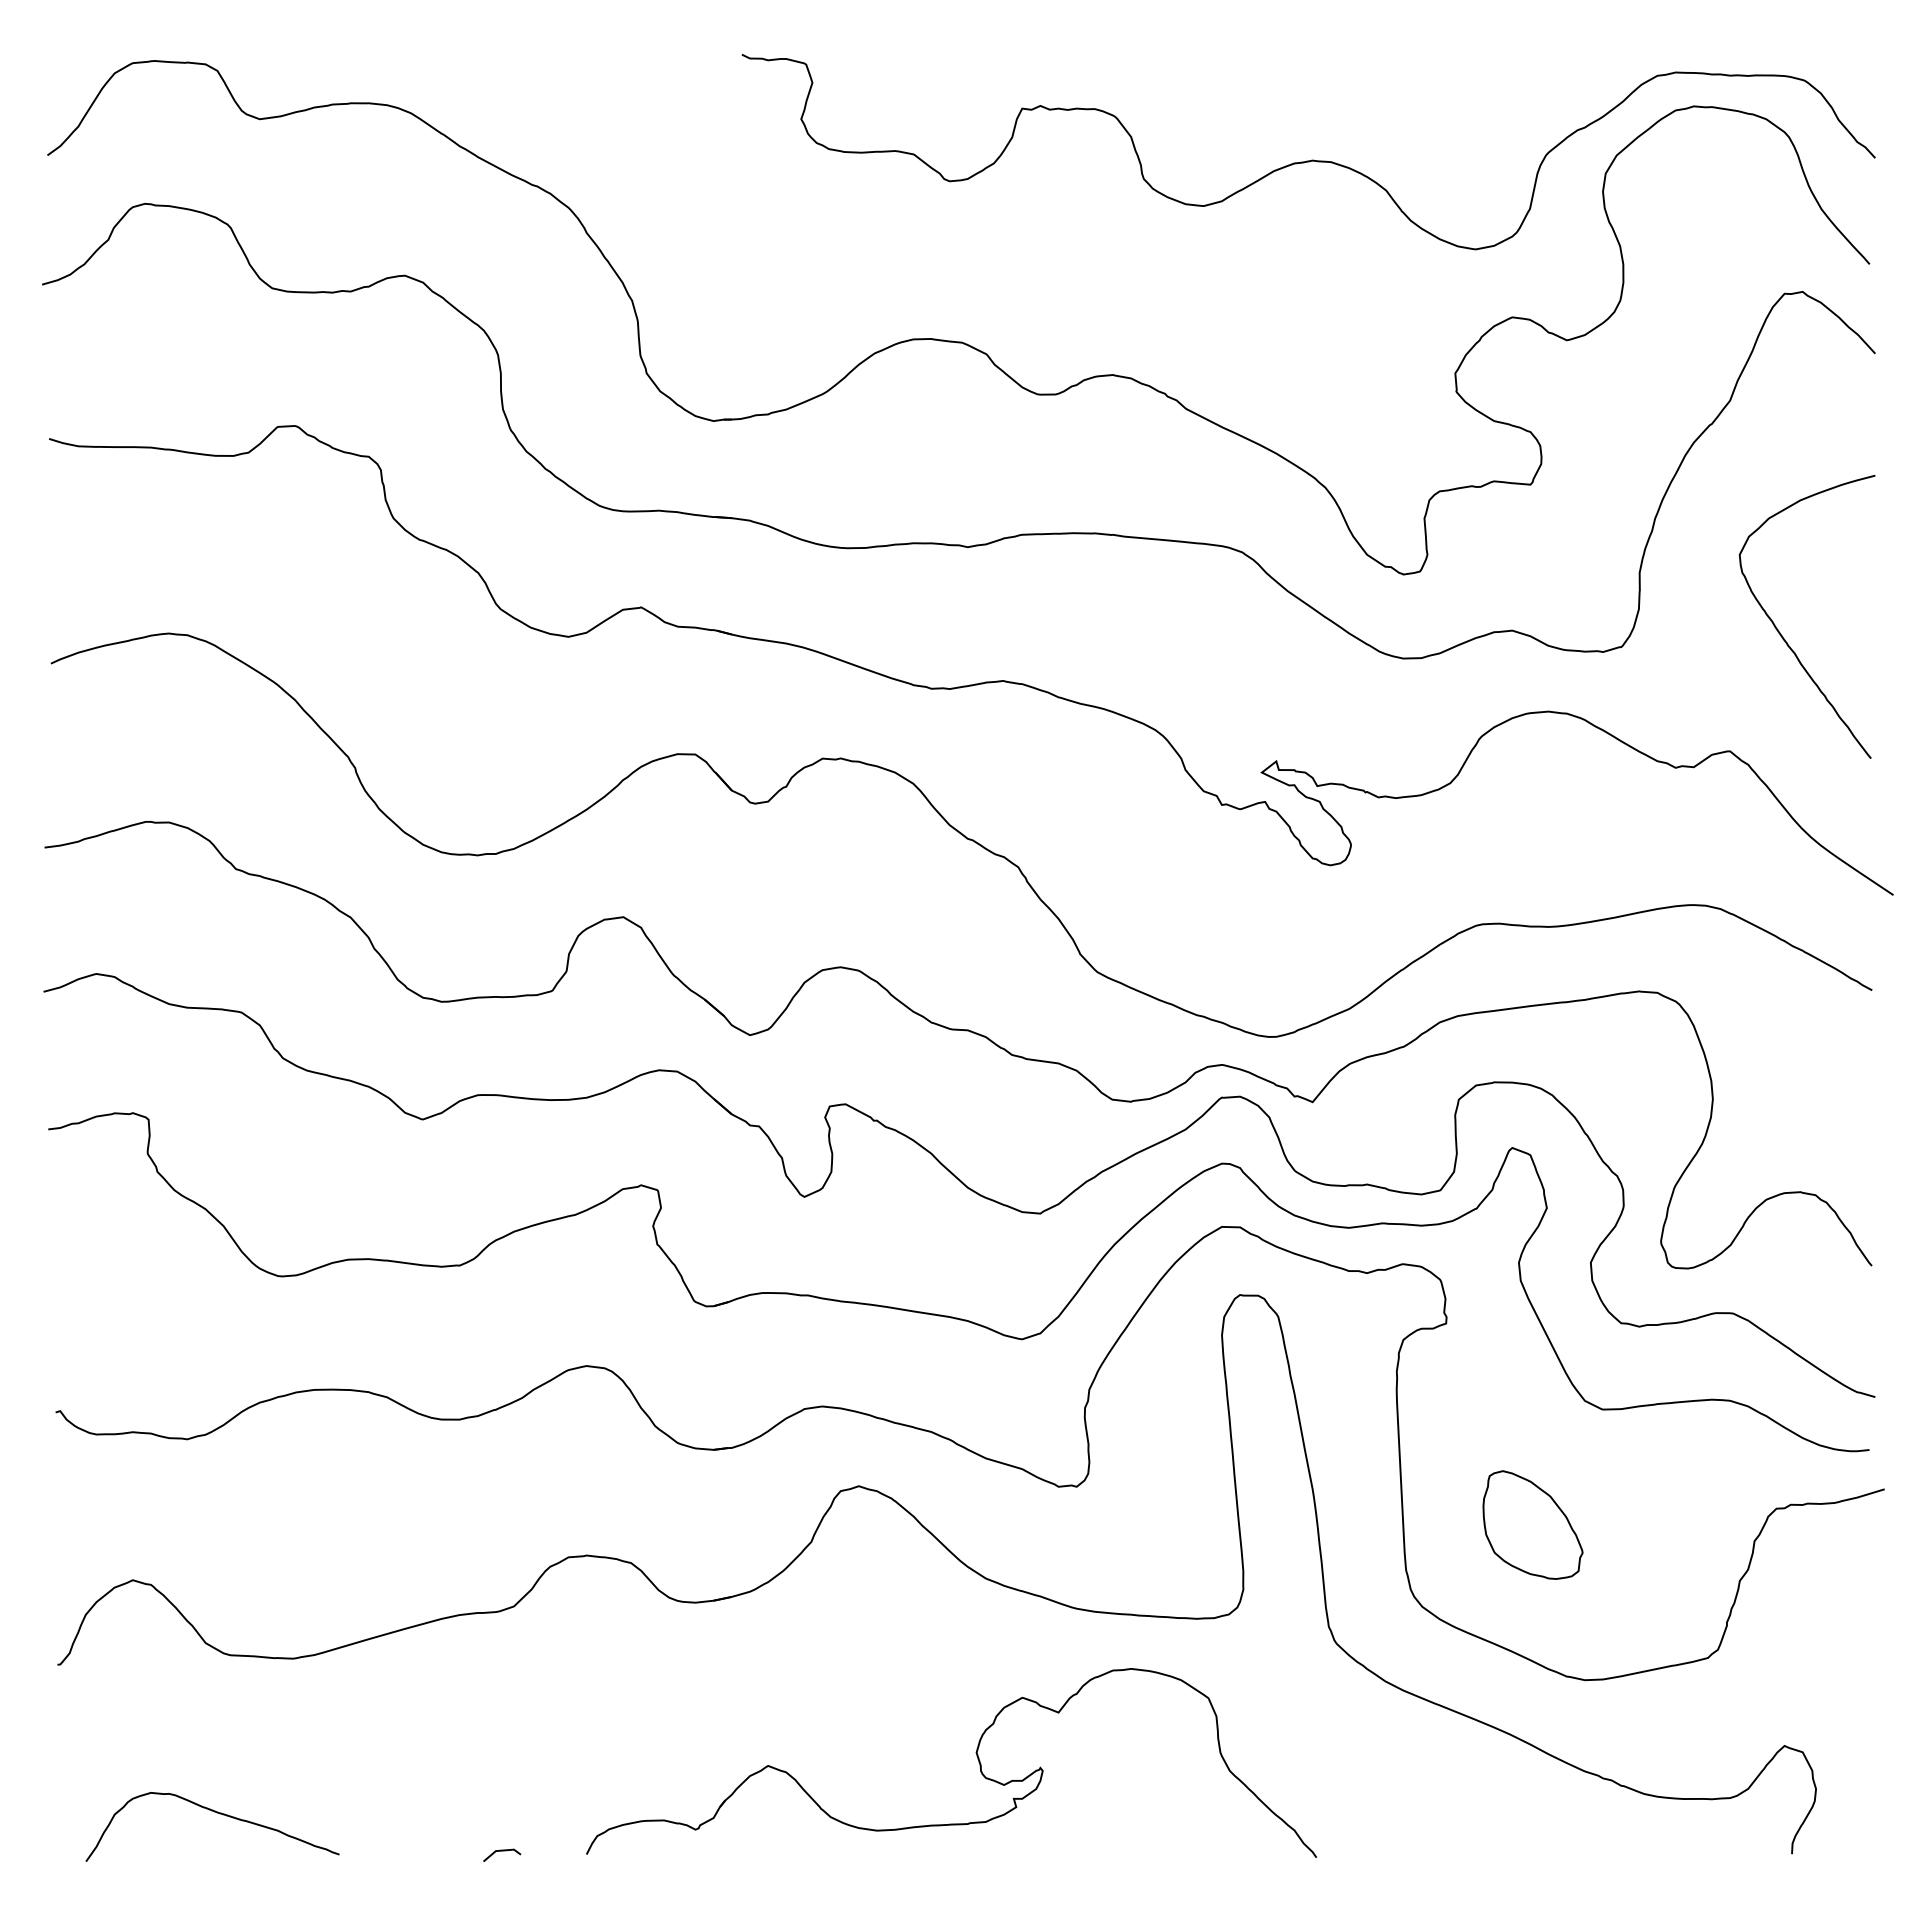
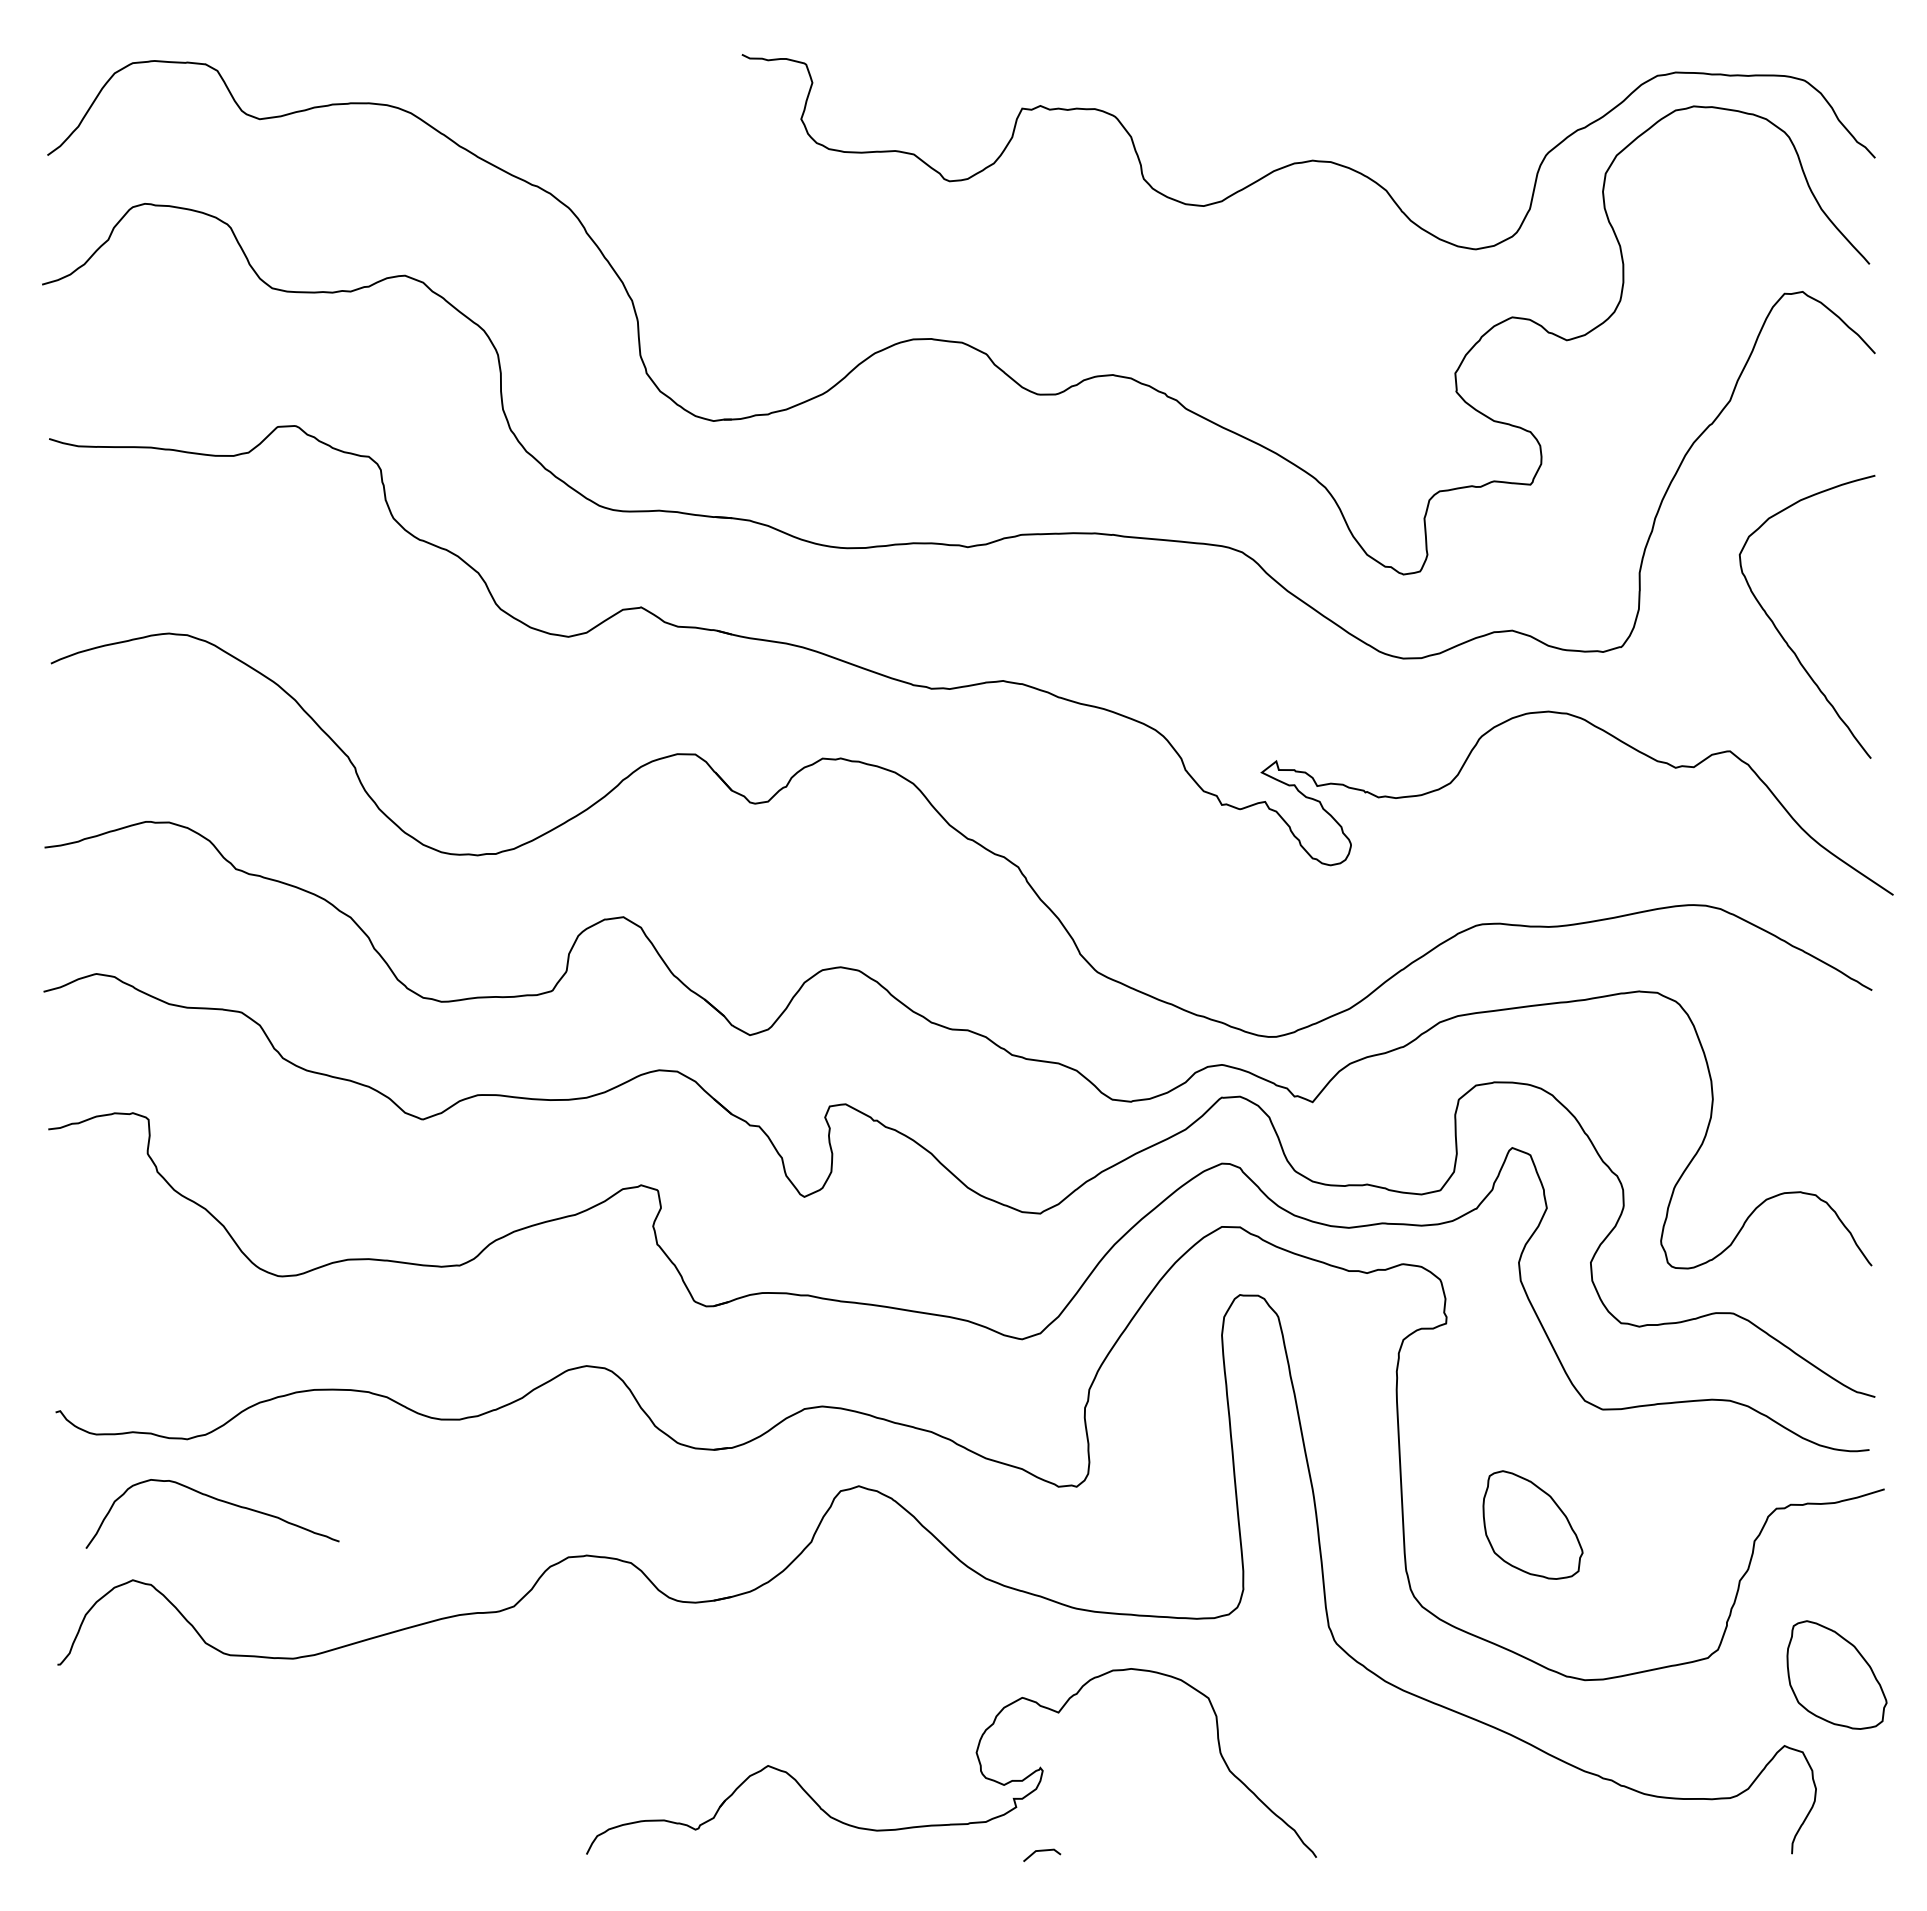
part at (1836, 1674): none -> present
curve at (216, 1813) position: (216, 1813) -> (216, 1500)
line at (502, 1851) position: (502, 1851) -> (1042, 1851)
